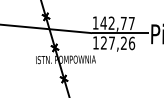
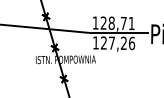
text at (117, 23): 142,77 -> 128,71
